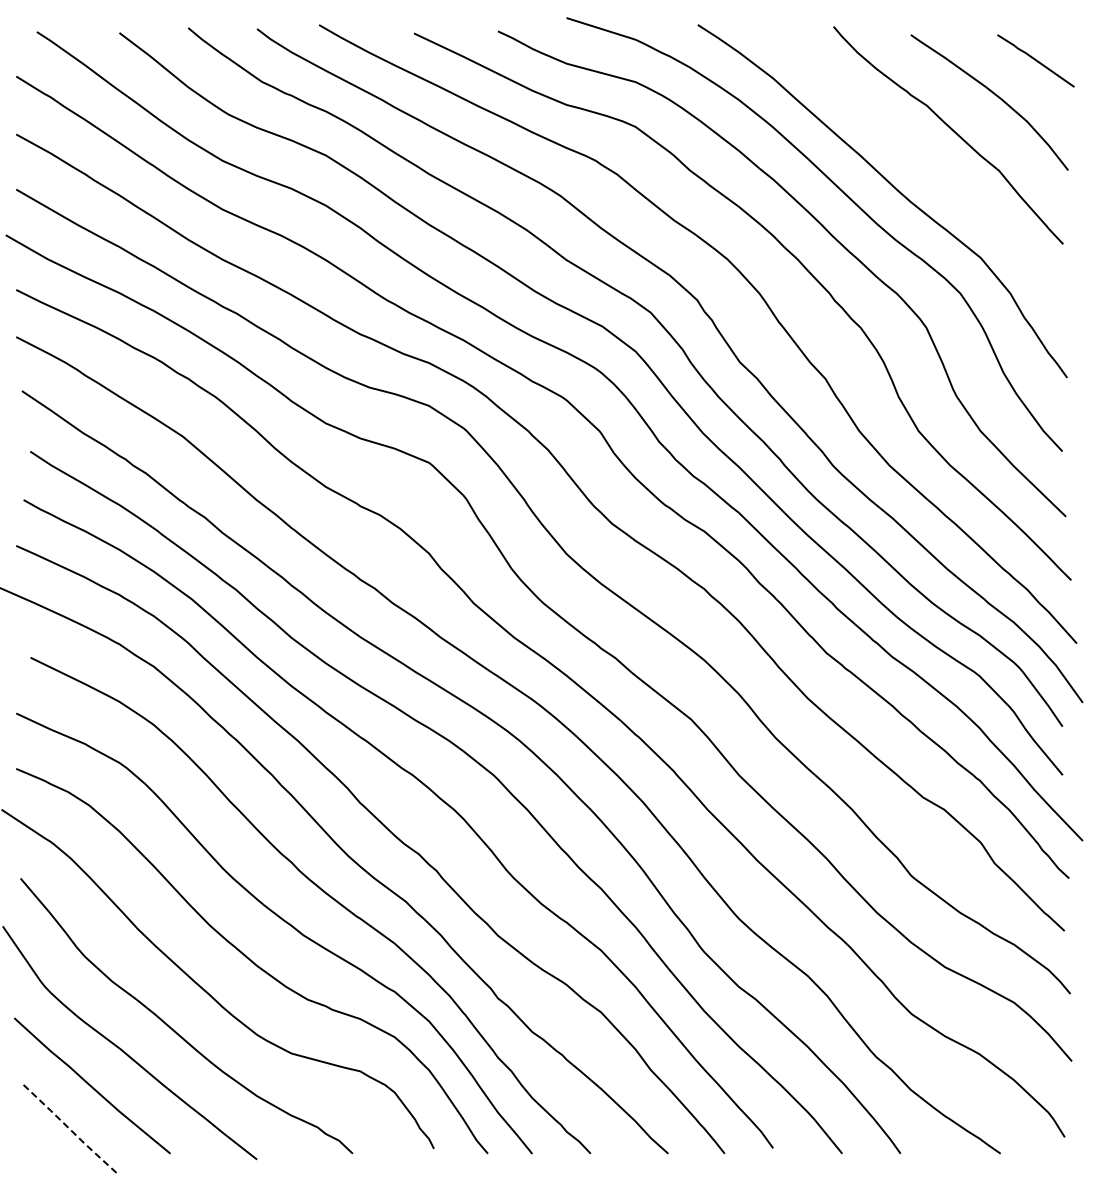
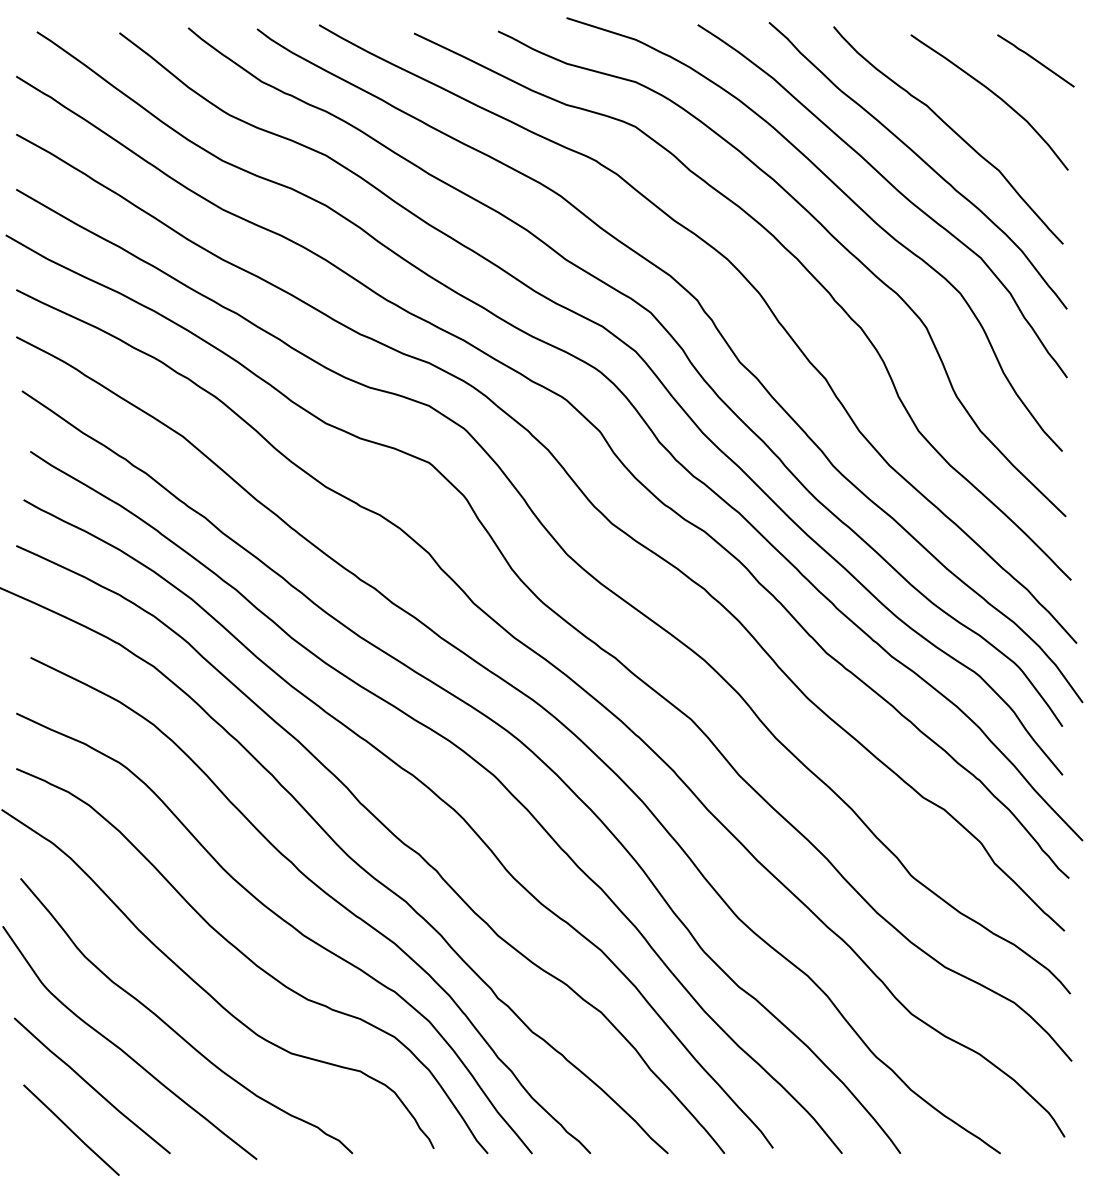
curve at (921, 160): none -> present
line at (71, 1130): dashed -> solid
